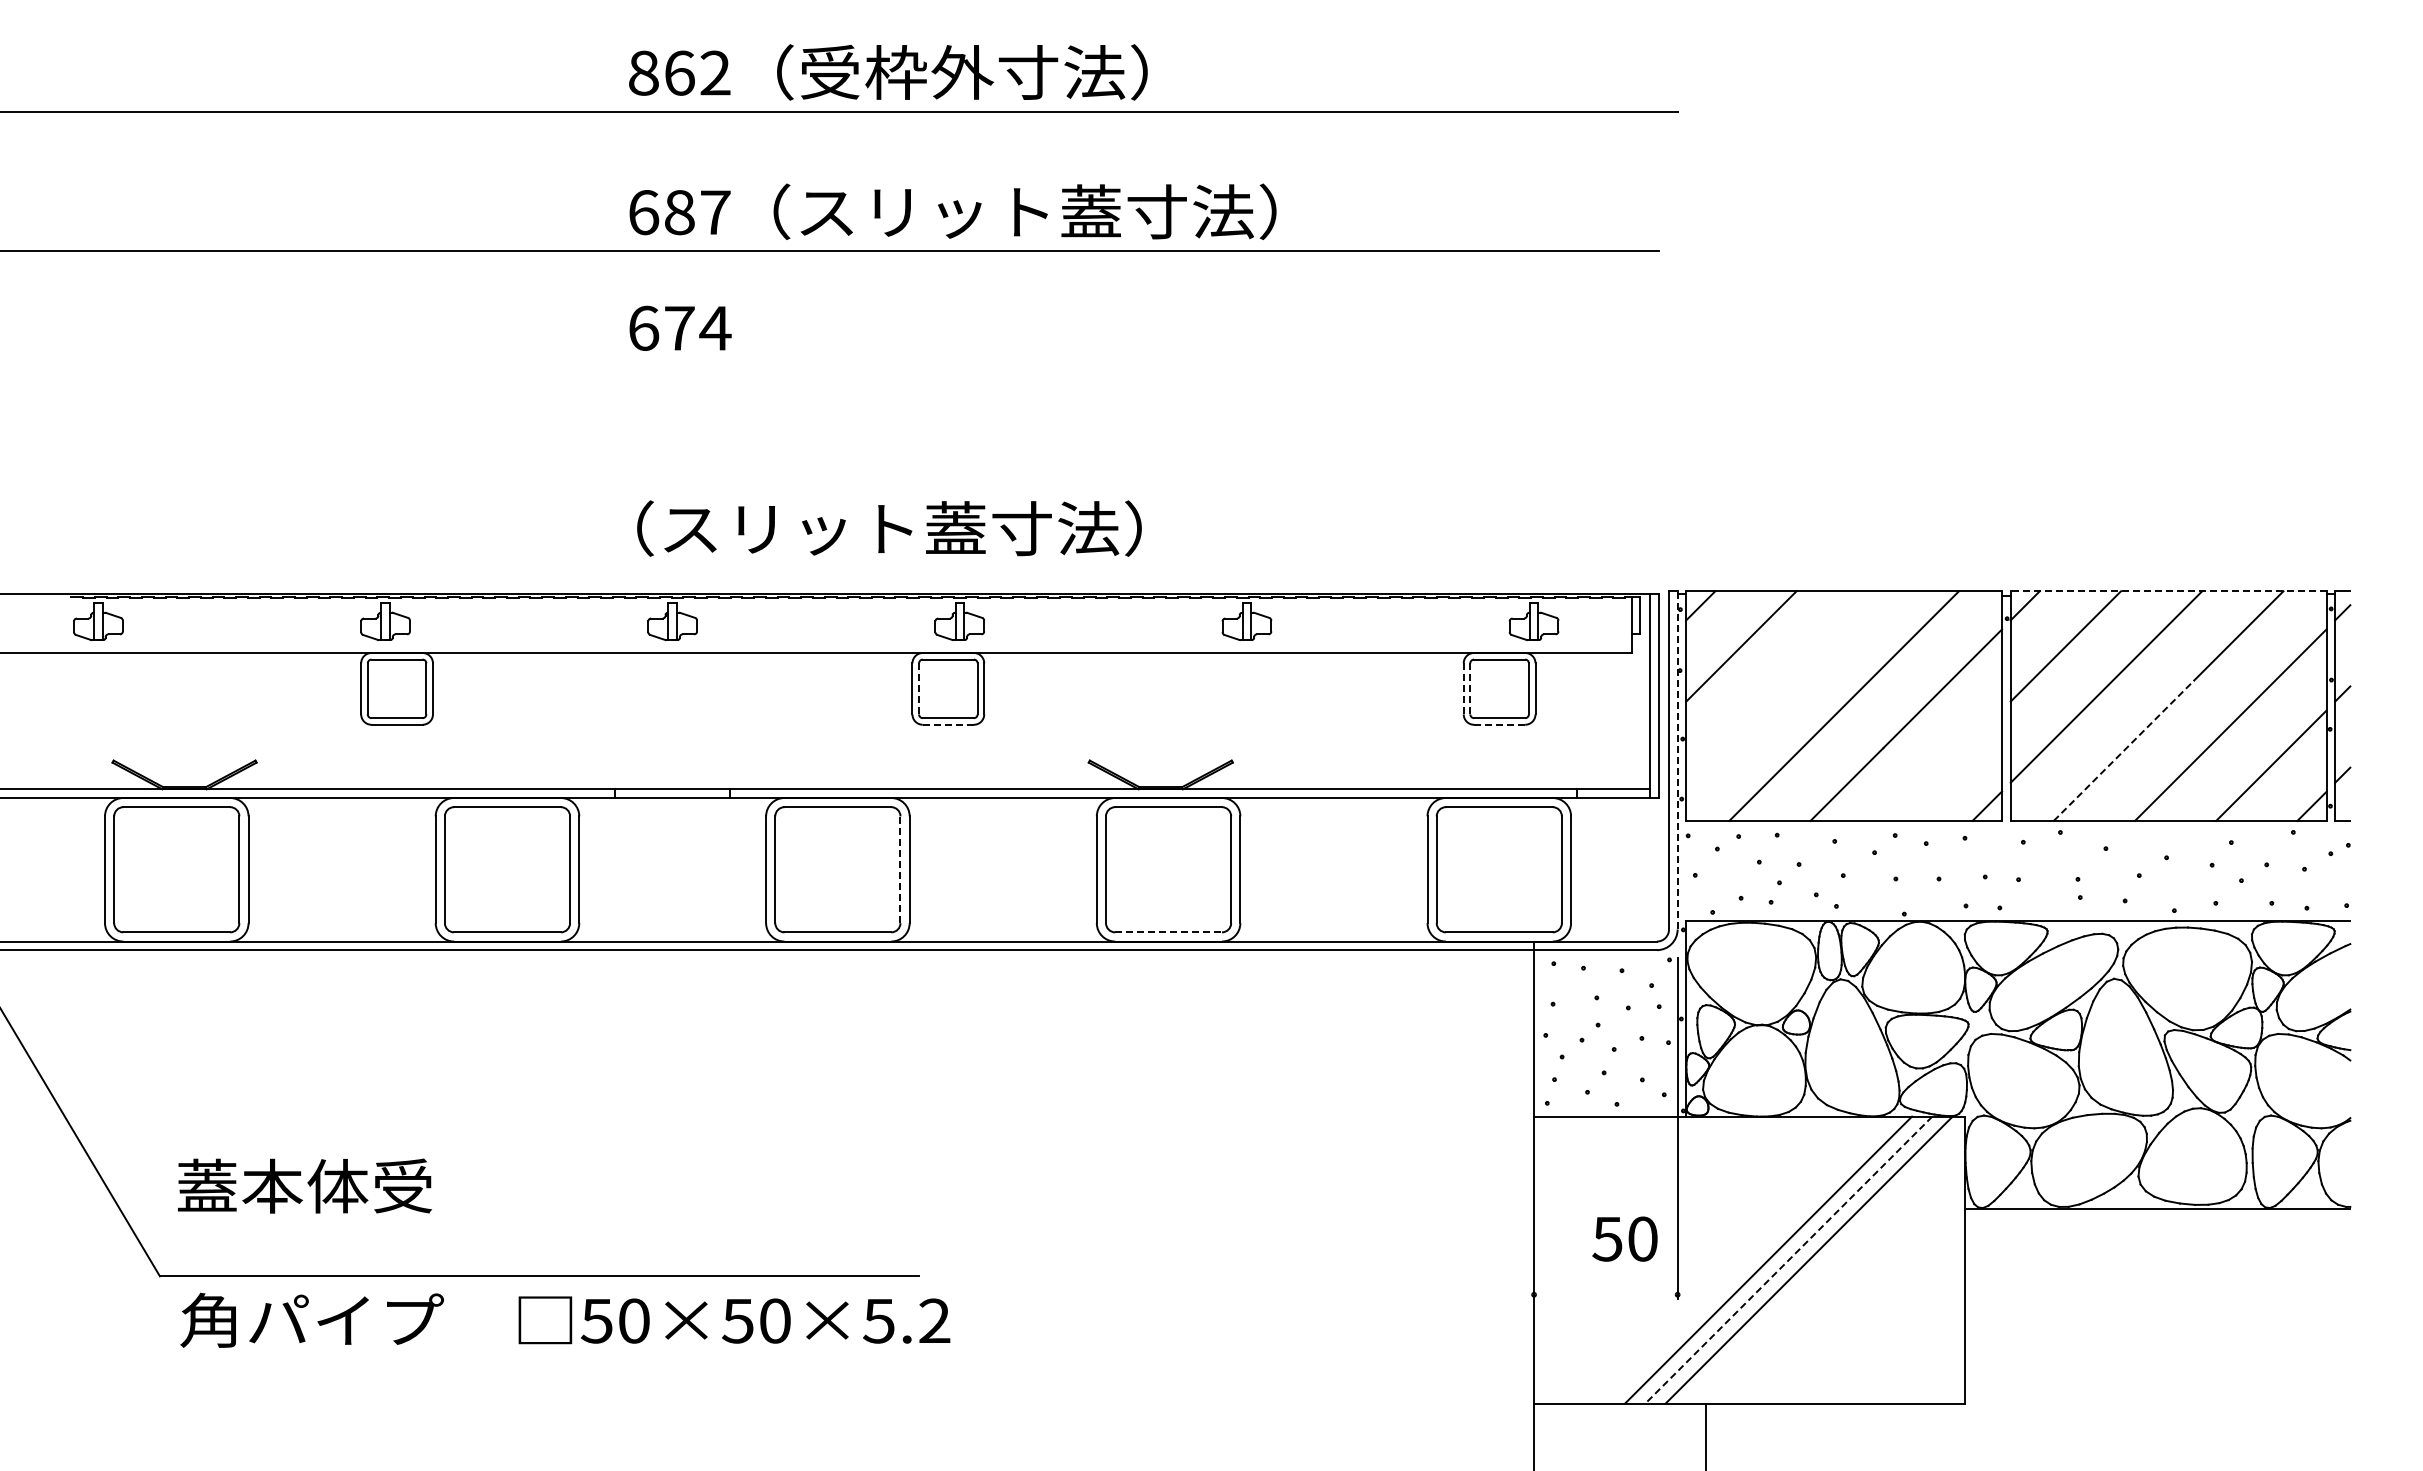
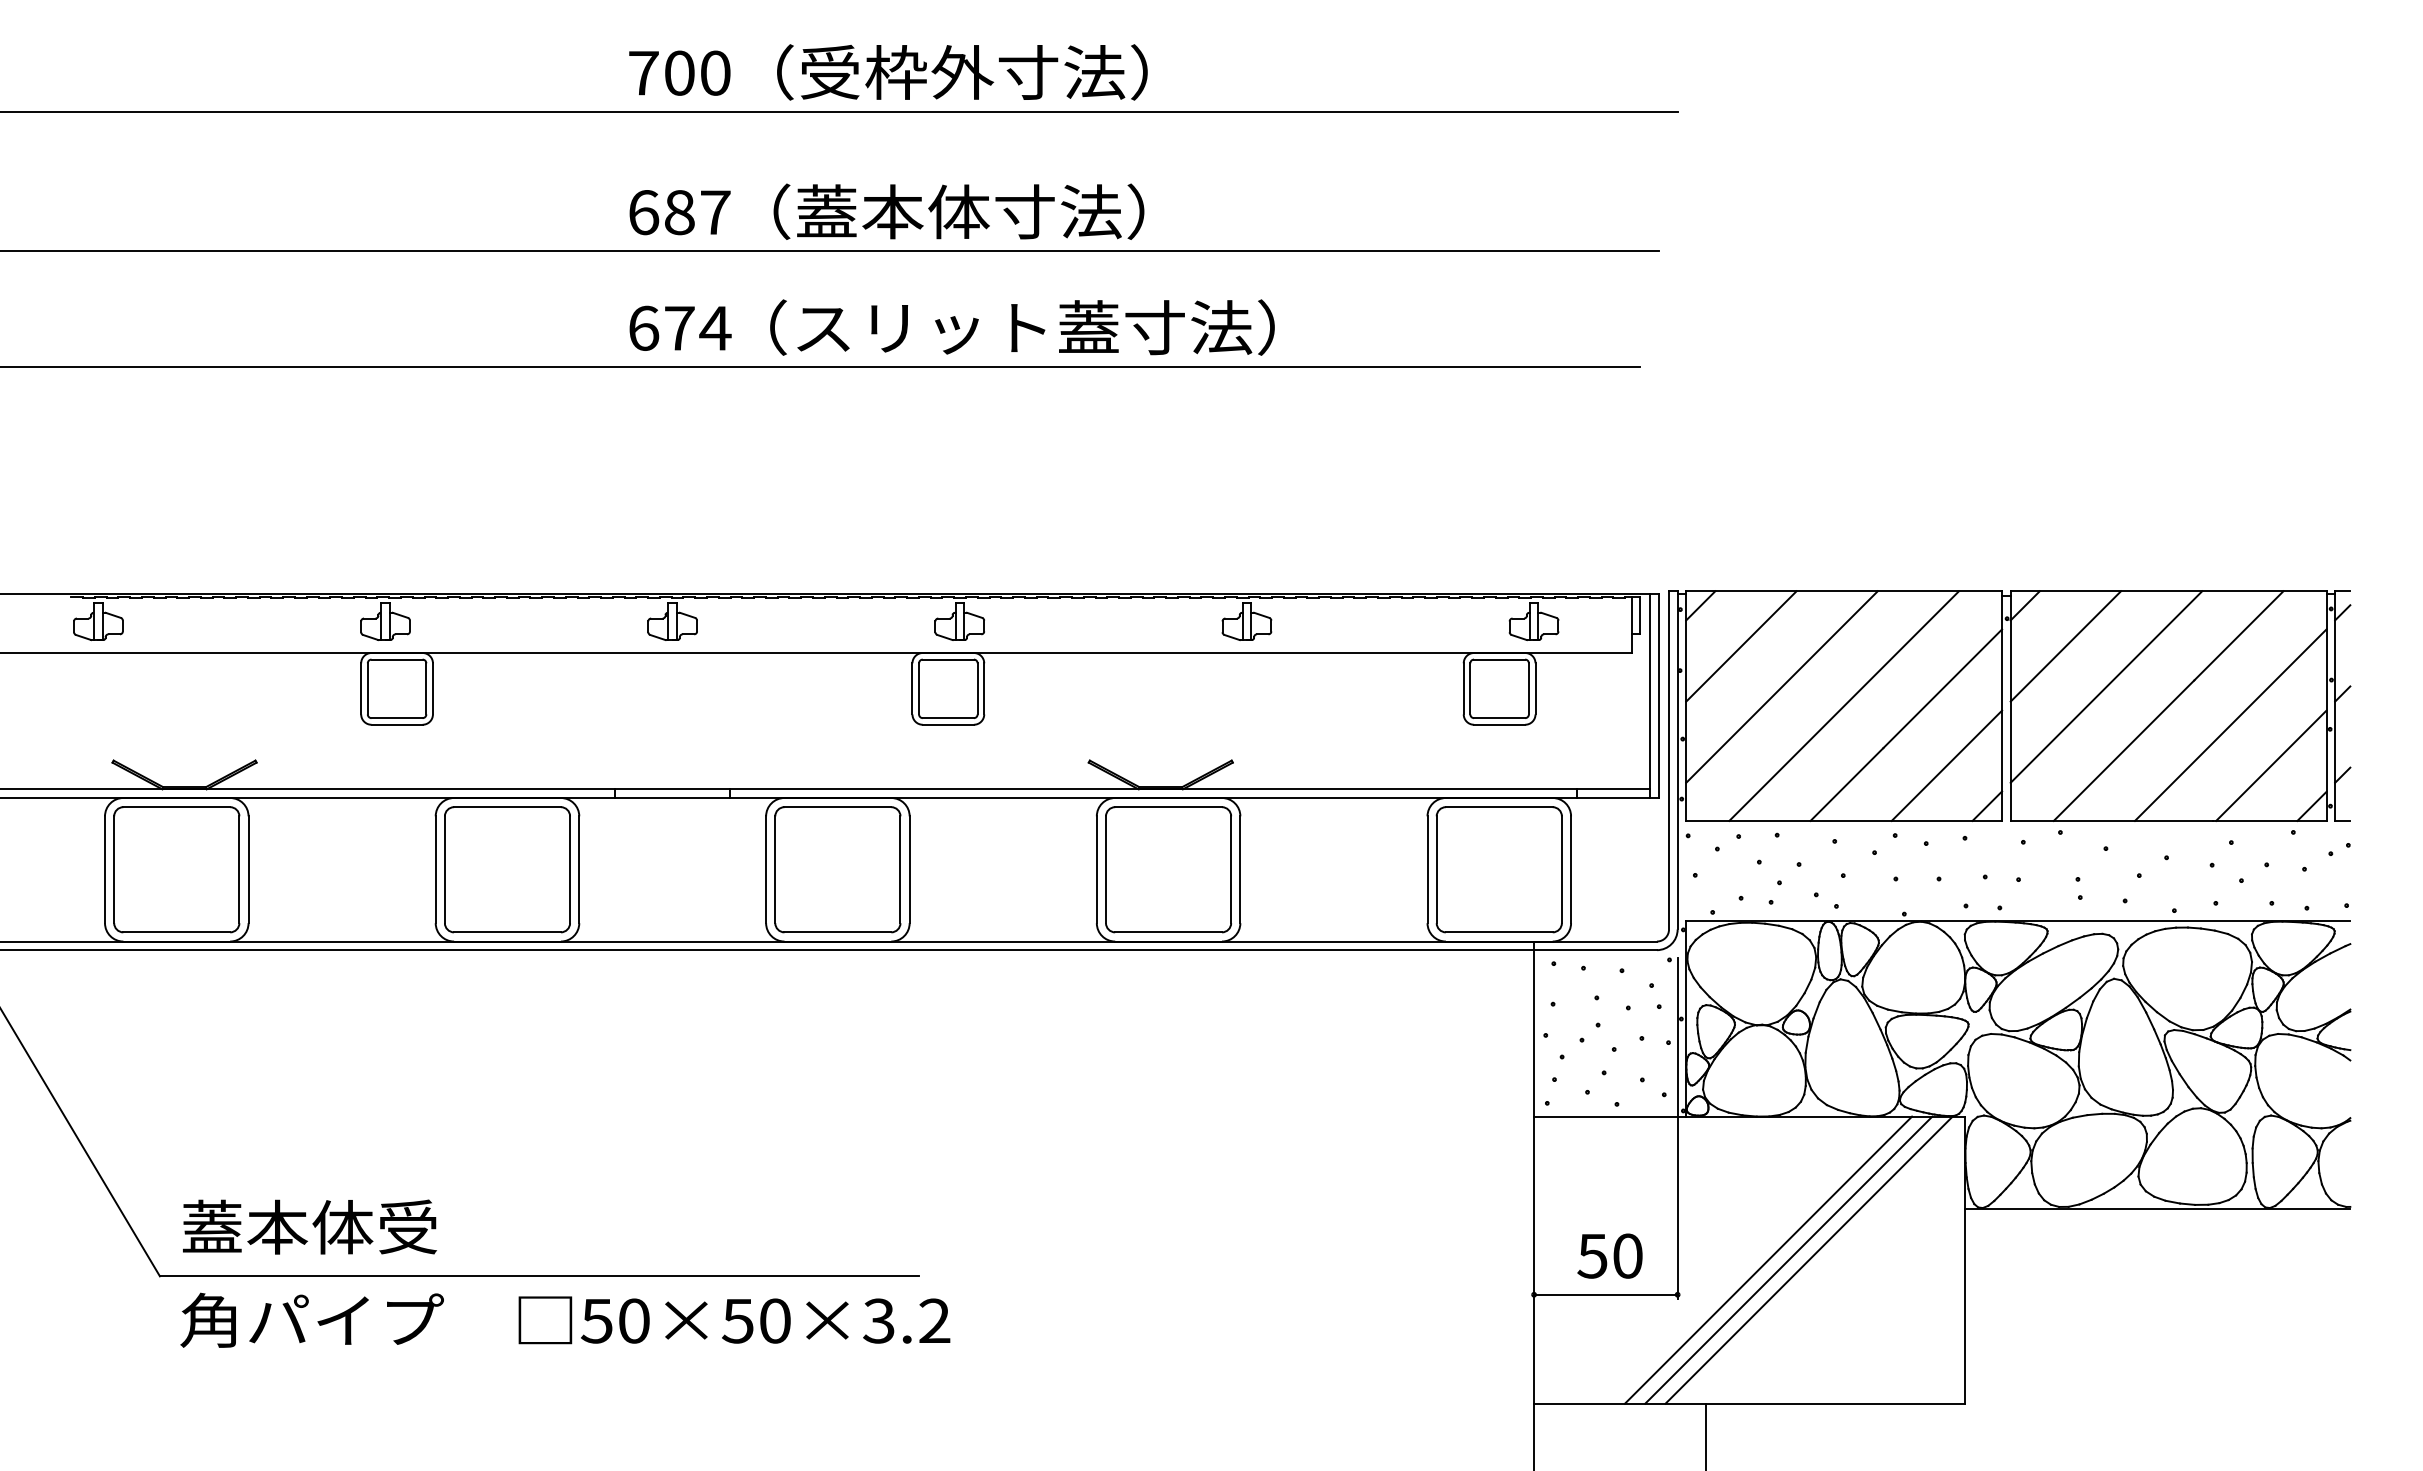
text at (679, 72): 862 -> 700
text at (1036, 211): （スリット蓋寸法） -> （蓋本体寸法）
line at (821, 367): none -> present
text at (889, 528) position: (889, 528) -> (1022, 327)
line at (2168, 591): dashed -> solid
line at (1781, 686): none -> present
line at (919, 688): dashed -> solid
line at (1463, 688): dashed -> solid
line at (1470, 688): dashed -> solid
line at (948, 724): dashed -> solid
line at (1499, 724): dashed -> solid
line at (2124, 750): dashed -> solid
line at (1677, 759): dashed -> solid
line at (1946, 765): none -> present
line at (900, 869): dashed -> solid
line at (1169, 932): dashed -> solid
text at (304, 1185) position: (304, 1185) -> (309, 1226)
text at (1624, 1238) position: (1624, 1238) -> (1609, 1255)
line at (1788, 1260): dashed -> solid
line at (1605, 1294): none -> present
text at (878, 1320): 50×50×5.2 -> 50×50×3.2
